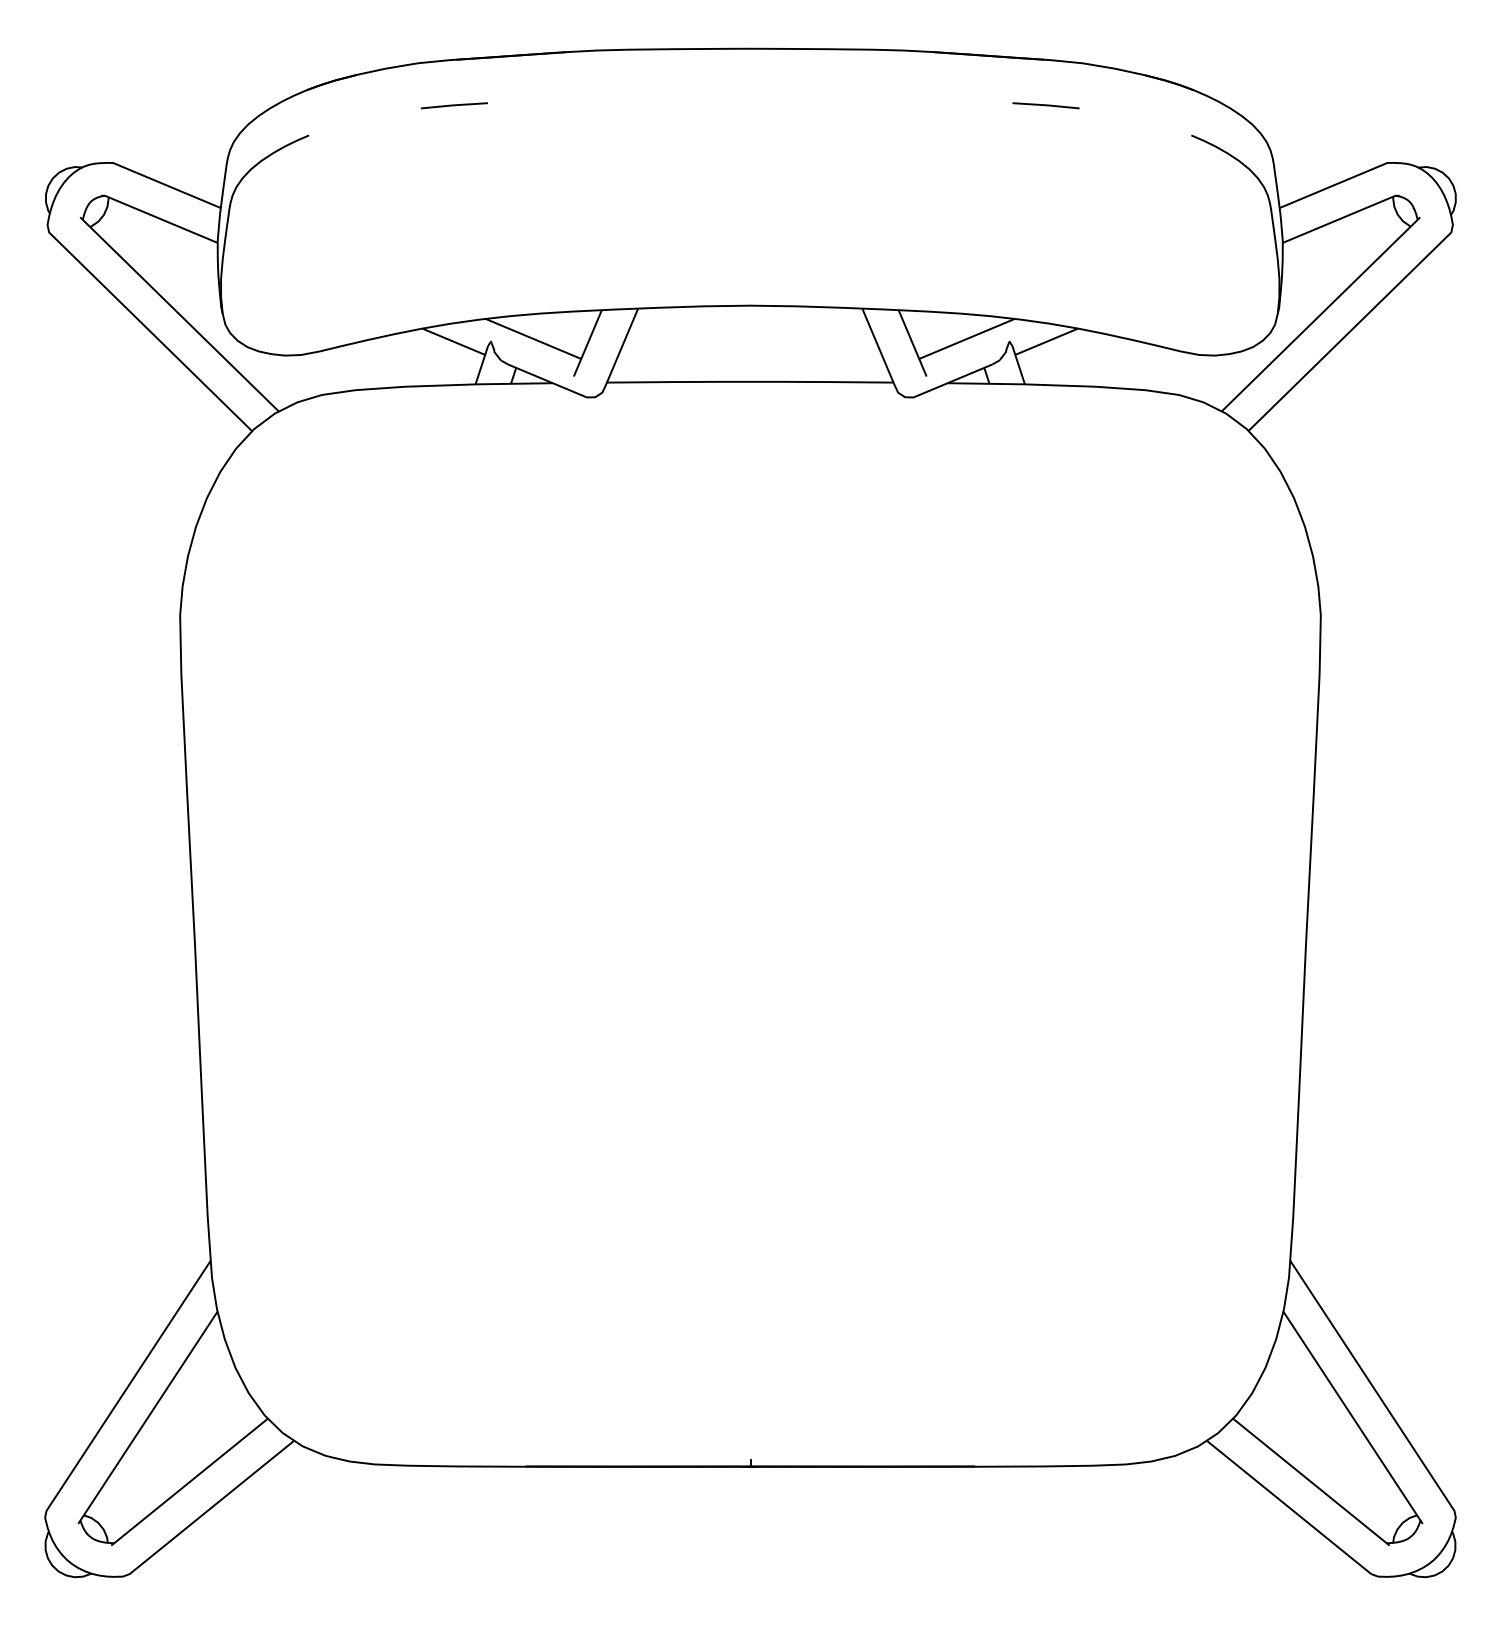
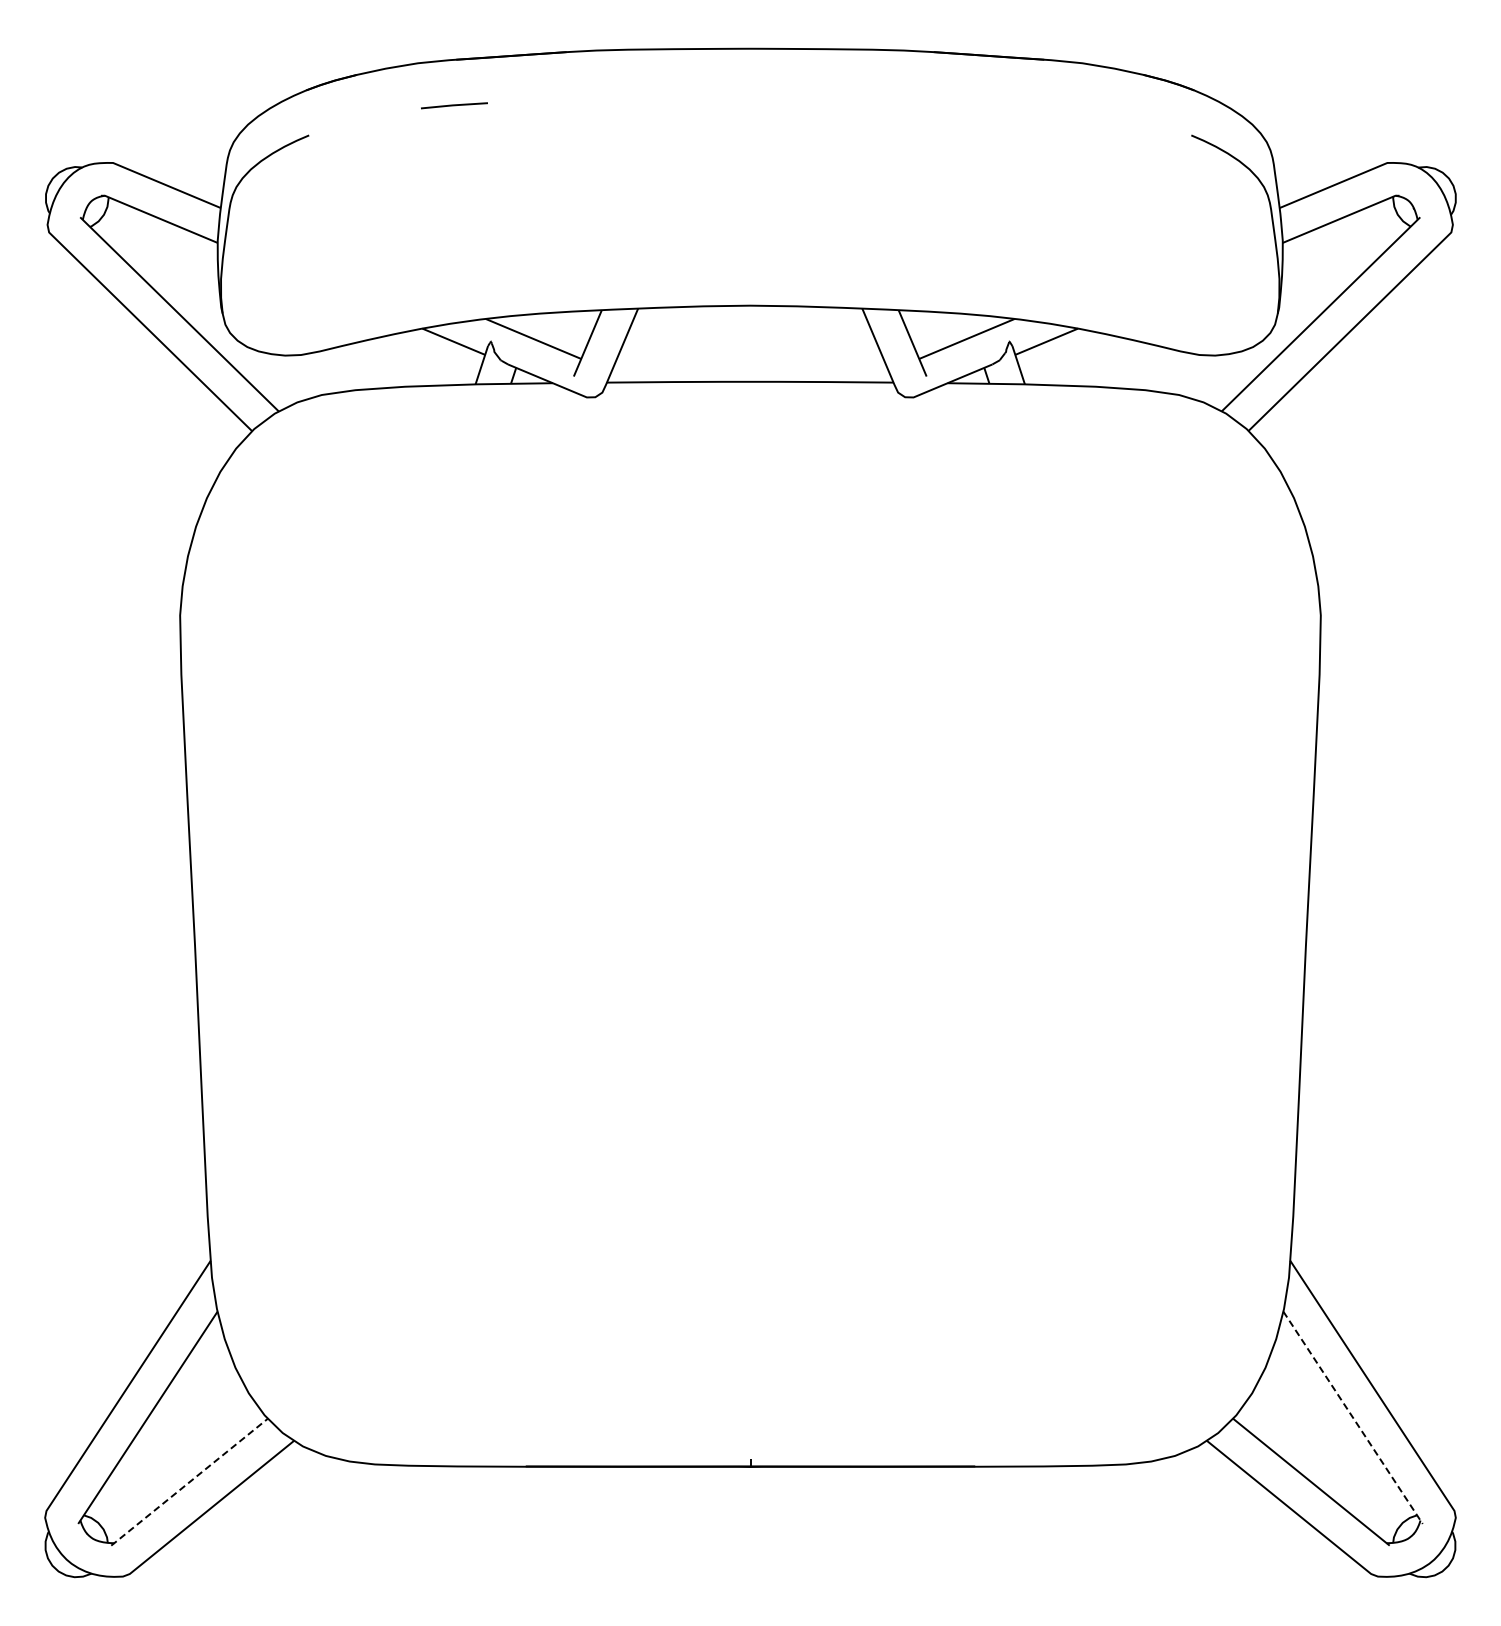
line at (1045, 105): present -> none
line at (1353, 1418): solid -> dashed
line at (189, 1482): solid -> dashed
